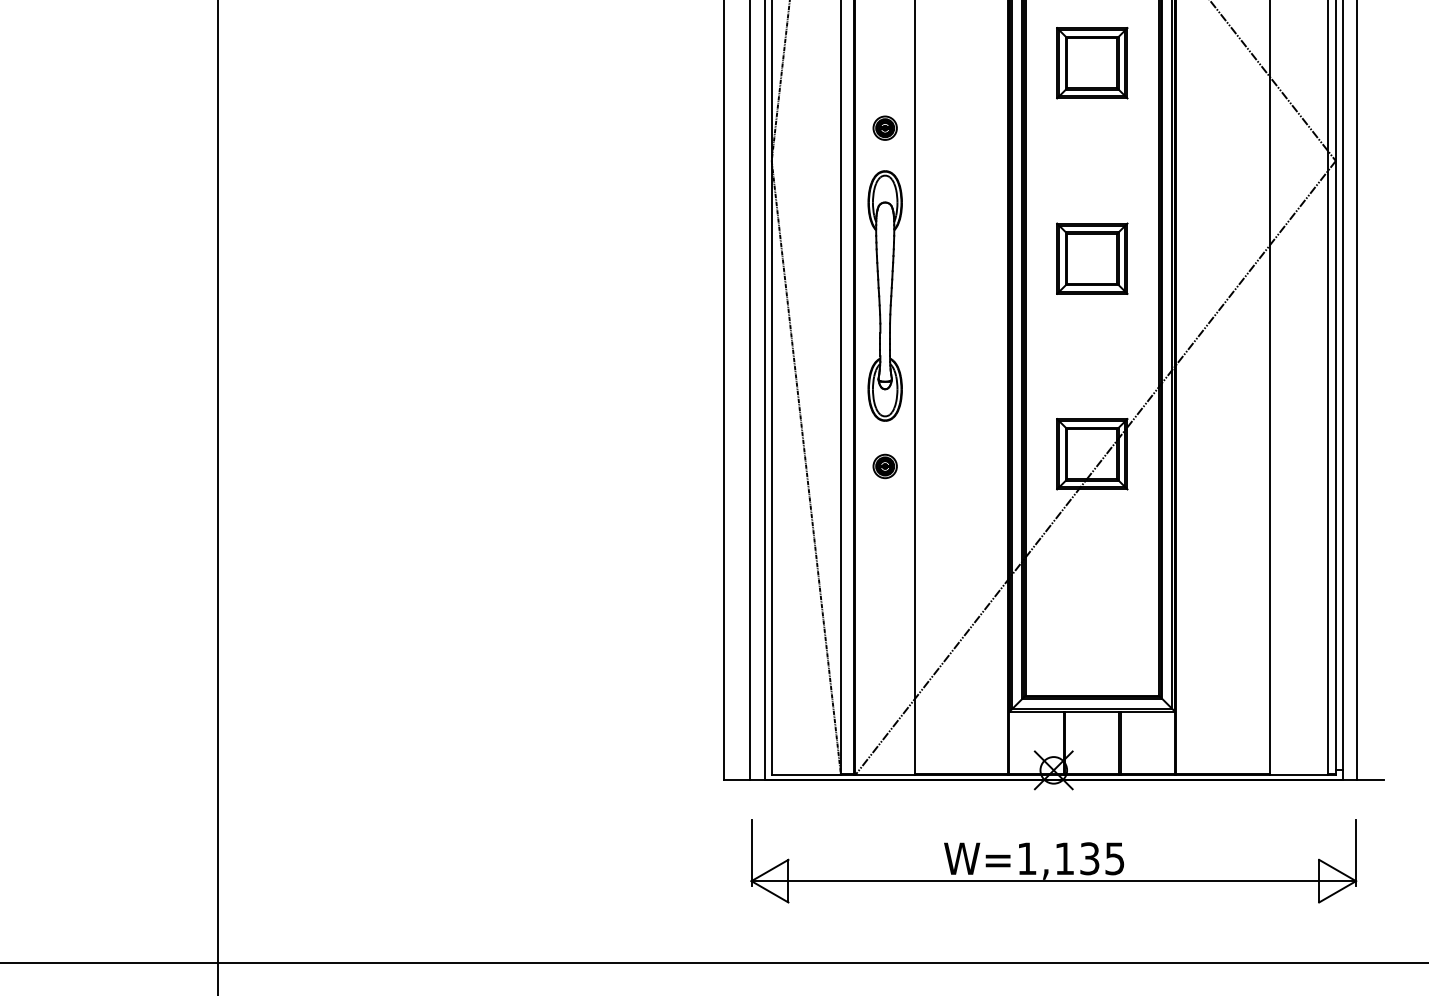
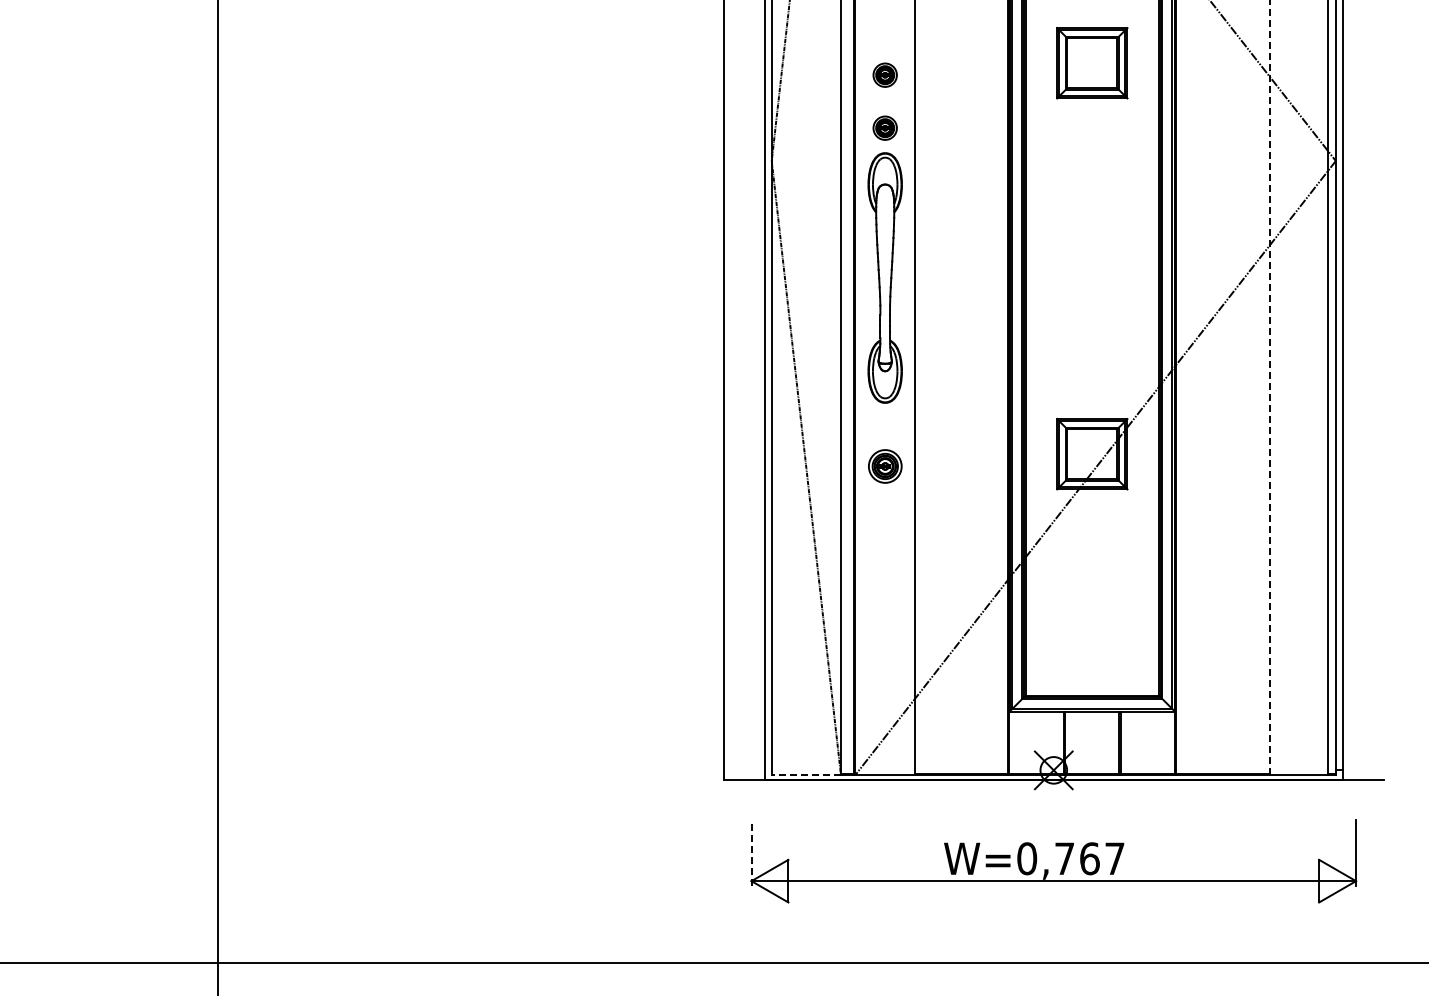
part at (884, 74): none -> present
part at (1092, 258): present -> none
part at (884, 295) position: (884, 295) -> (884, 277)
line at (1269, 388): solid -> dashed
line at (750, 390): present -> none
line at (1357, 390): present -> none
part at (884, 466) size: 26x27 px -> 35x35 px
line at (806, 775): solid -> dashed
line at (751, 852): solid -> dashed
text at (1070, 858): W=1,135 -> W=0,767
